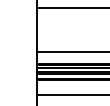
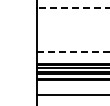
line at (73, 8): solid -> dashed
line at (73, 51): solid -> dashed
